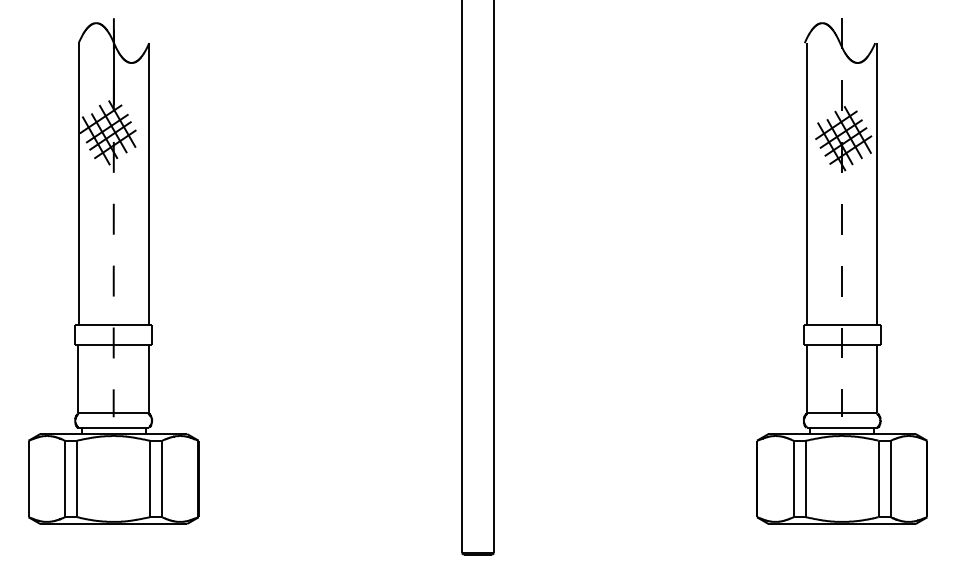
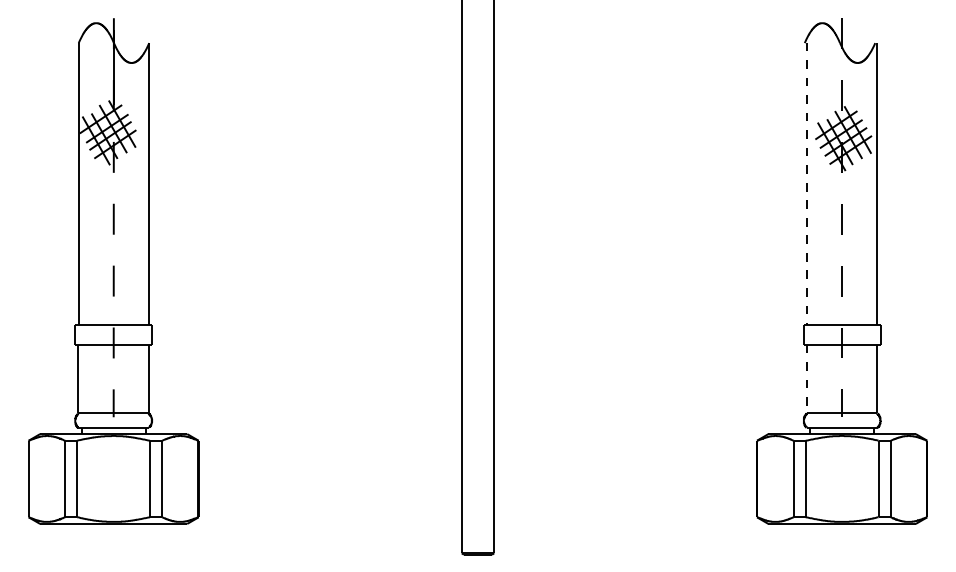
line at (806, 184): solid -> dashed
line at (806, 379): solid -> dashed
